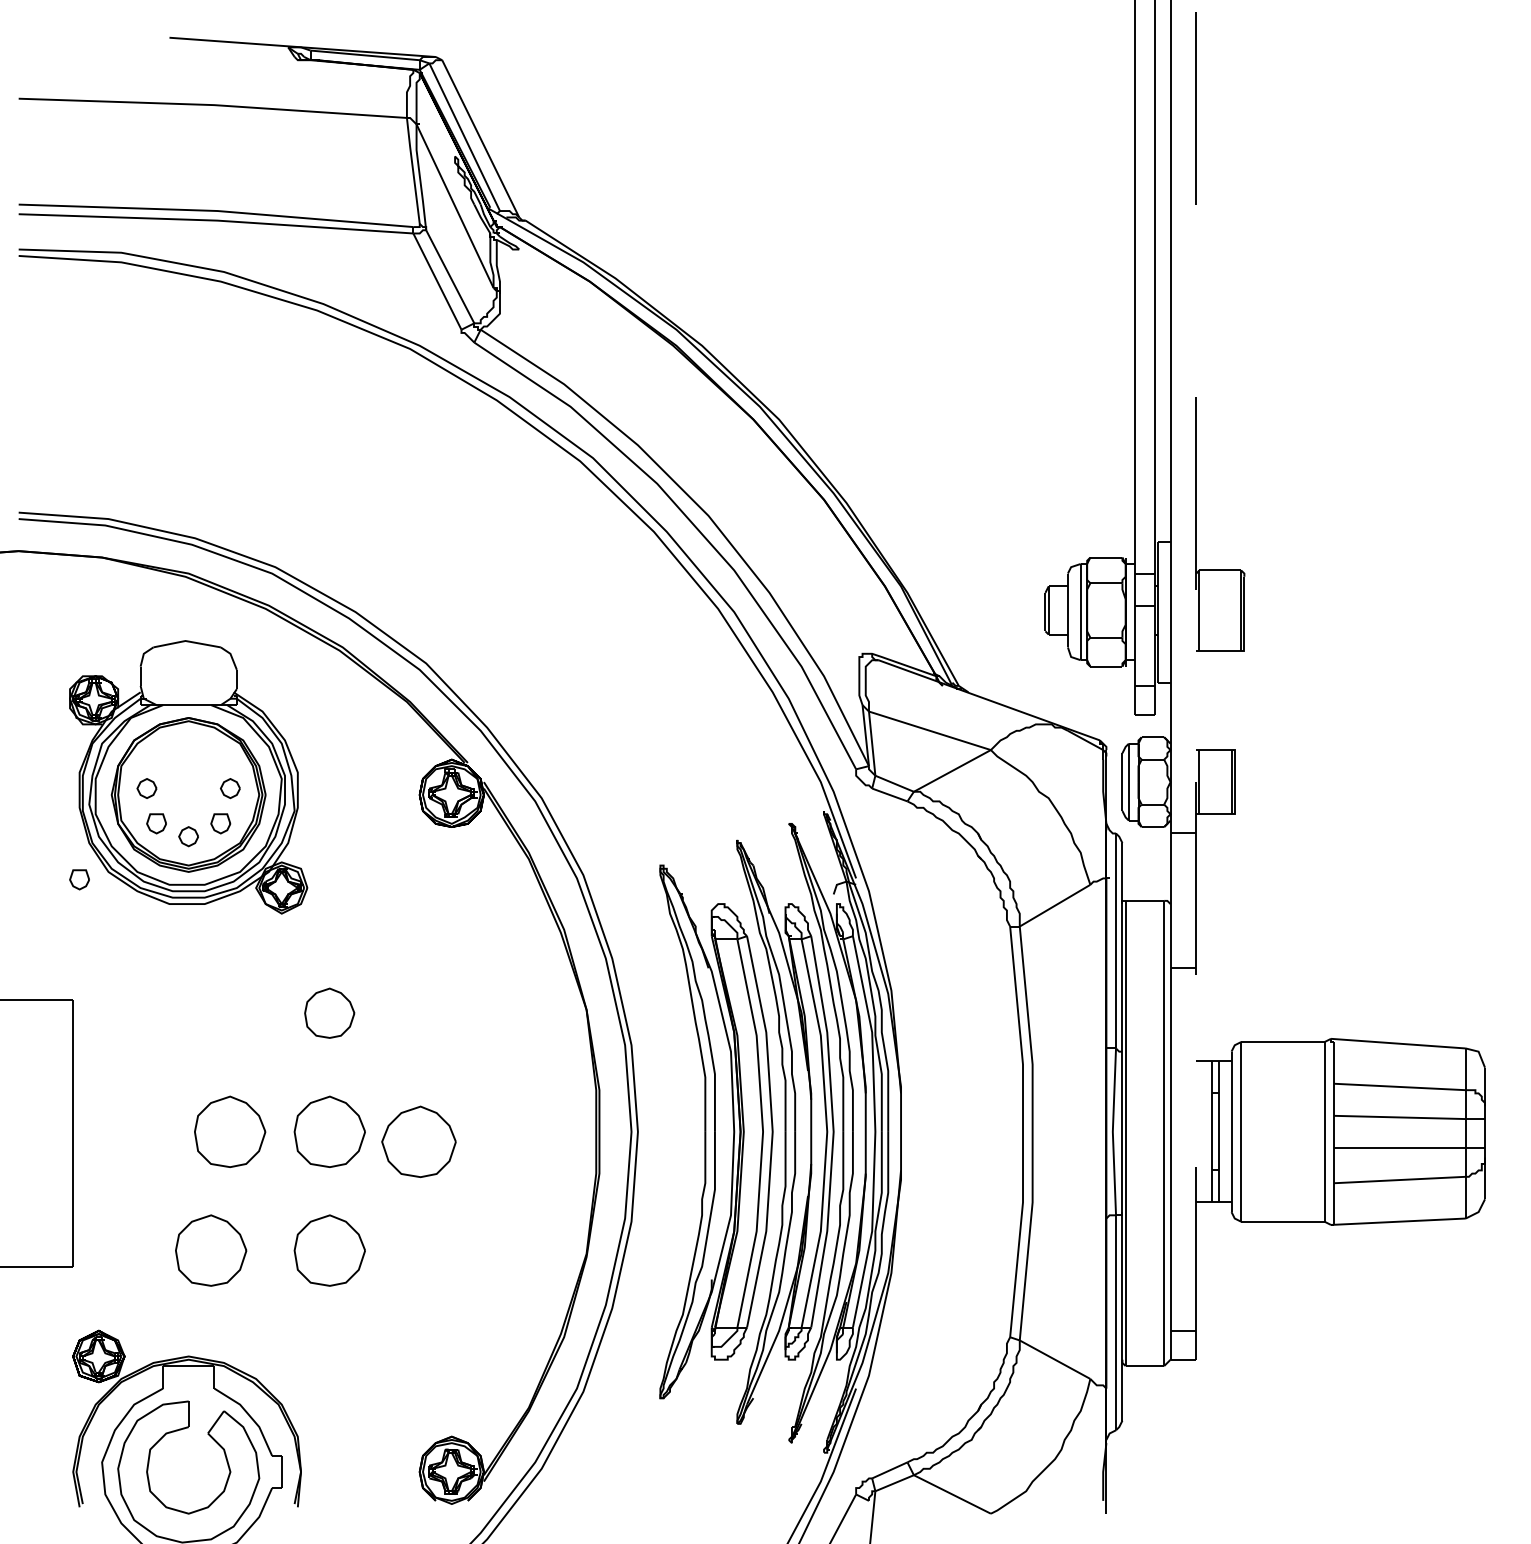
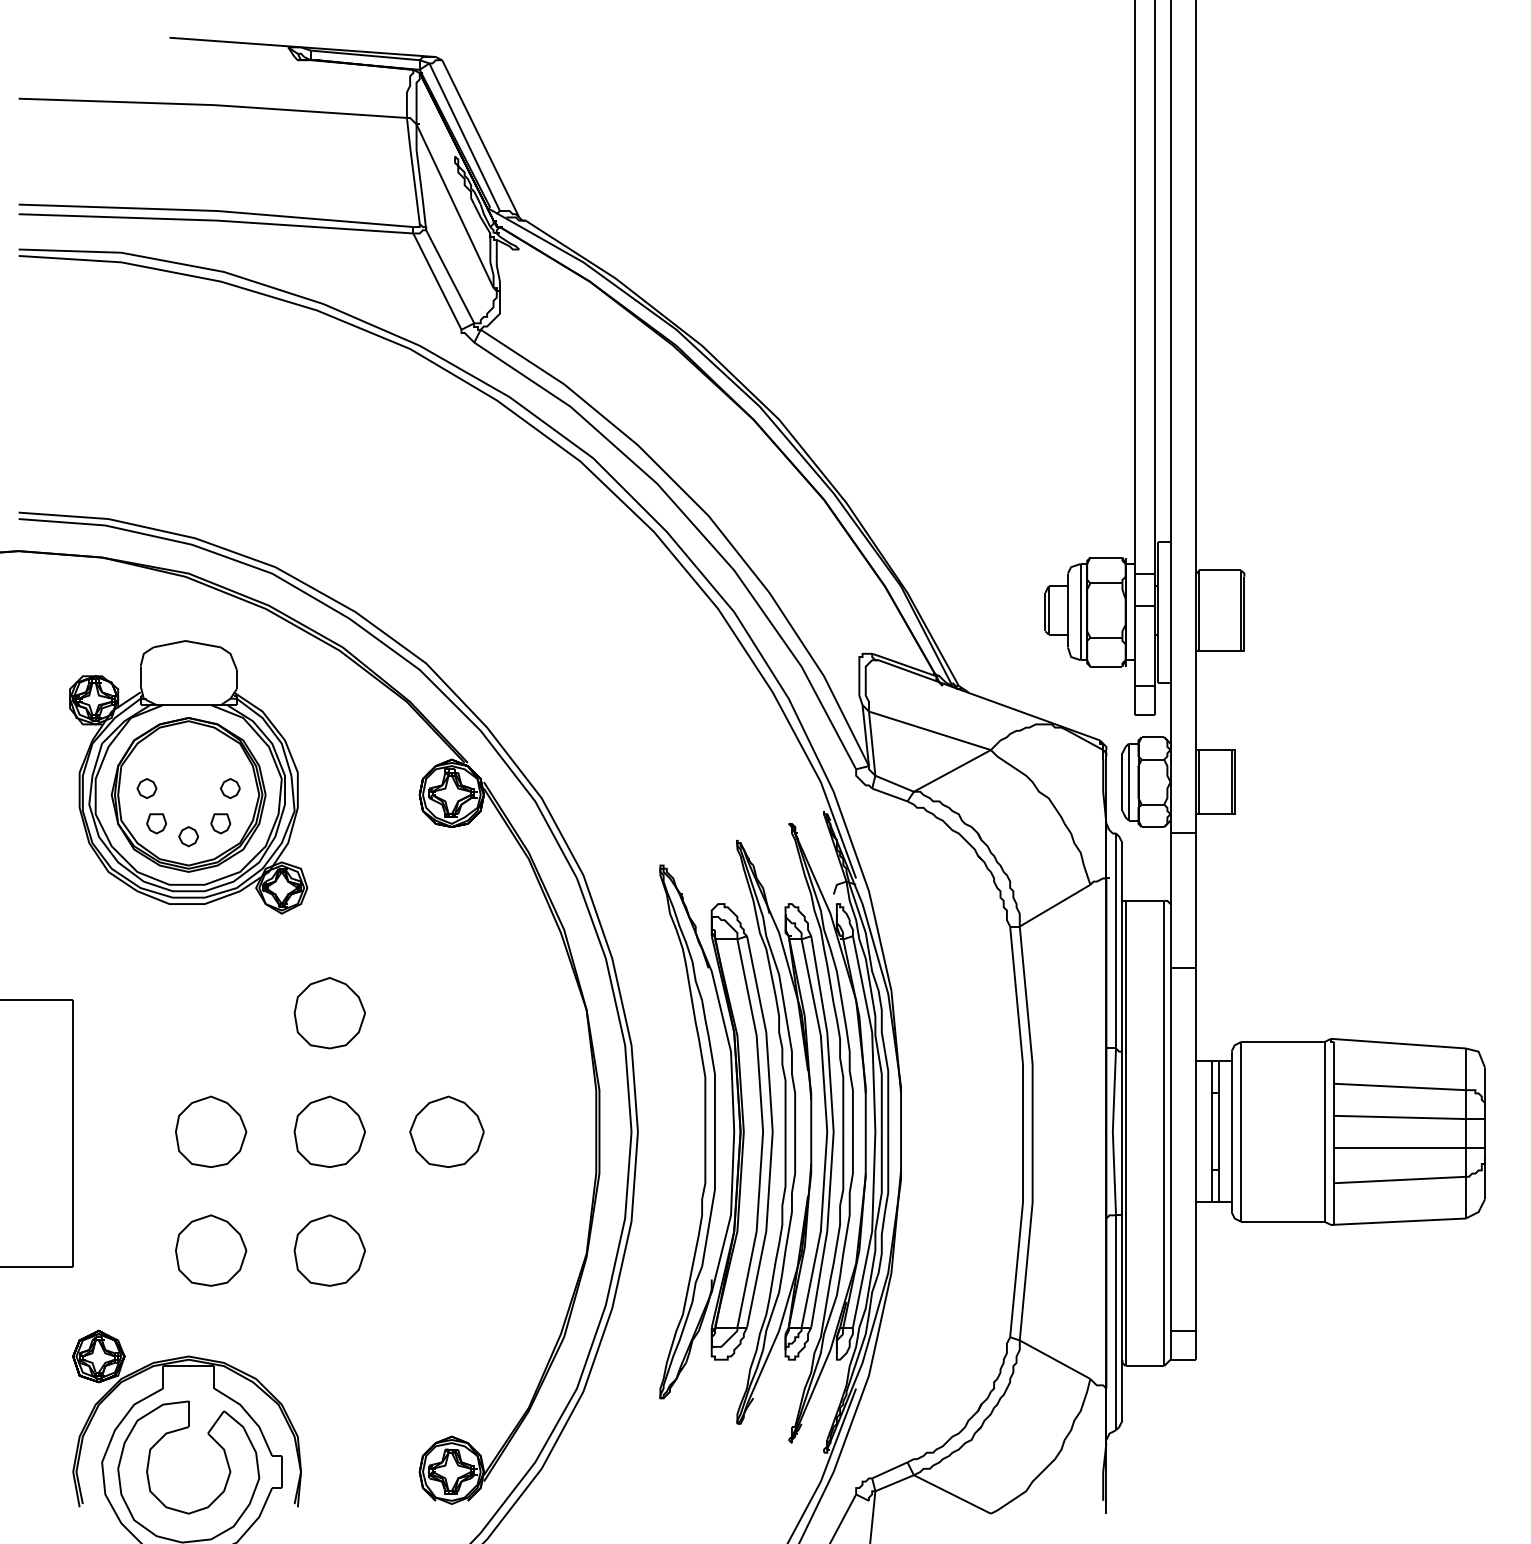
line at (1196, 680): dashed -> solid
part at (79, 879): present -> none
part at (329, 1012) size: 52x52 px -> 73x73 px
part at (230, 1131) position: (230, 1131) -> (211, 1131)
part at (418, 1141) position: (418, 1141) -> (446, 1131)
